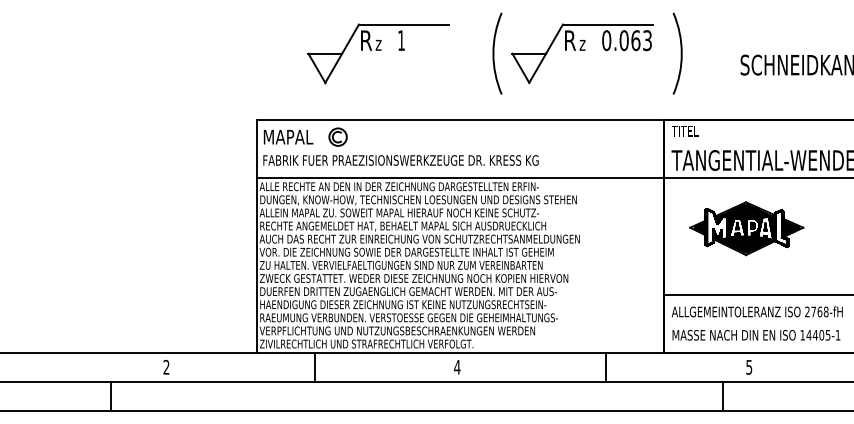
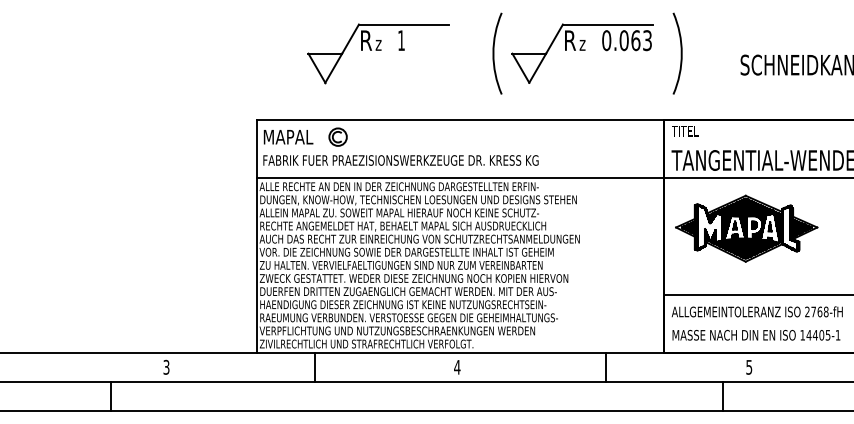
part at (746, 228) size: 116x56 px -> 144x69 px
text at (166, 367): 2 -> 3
